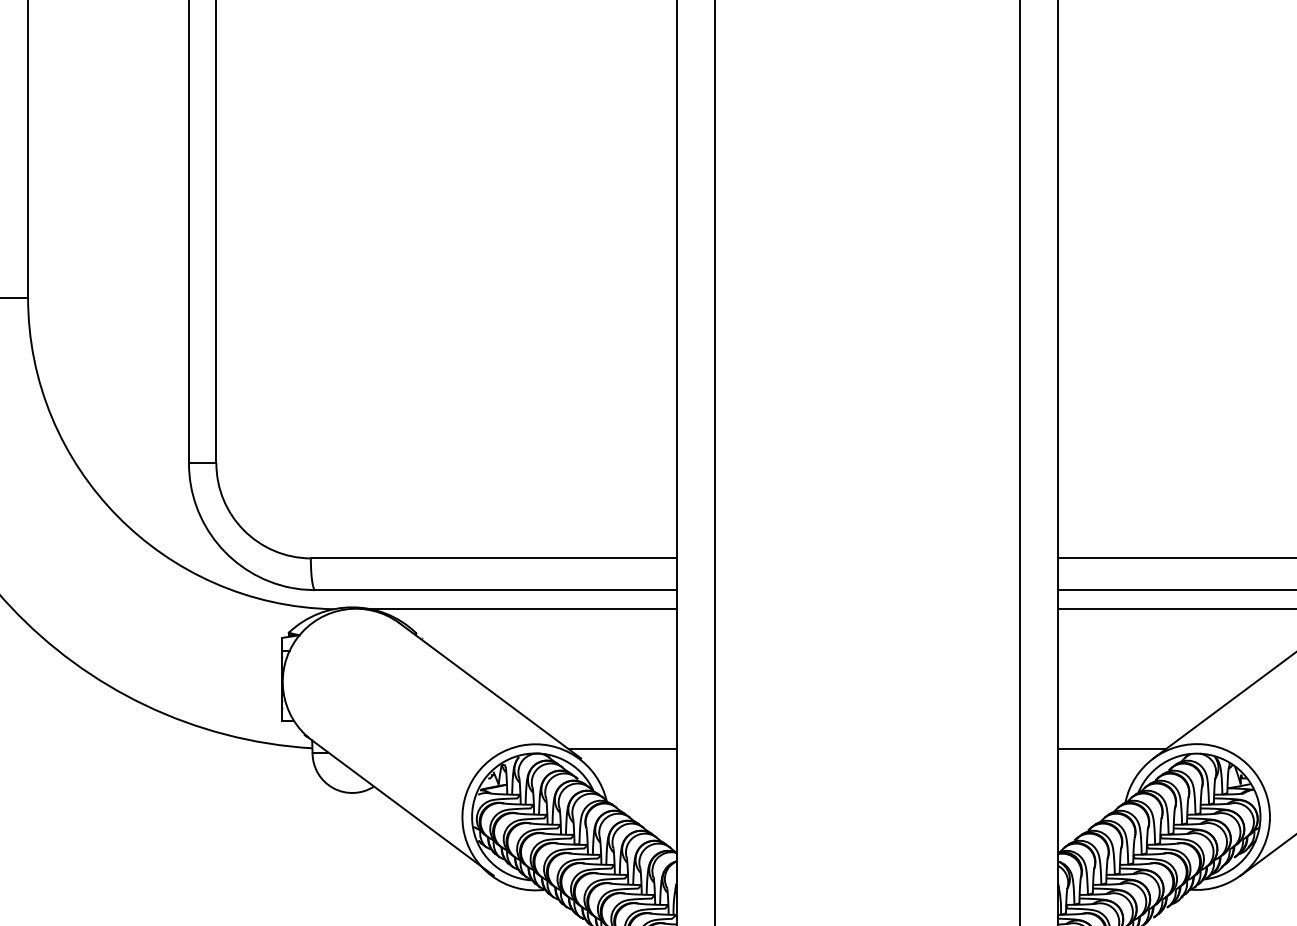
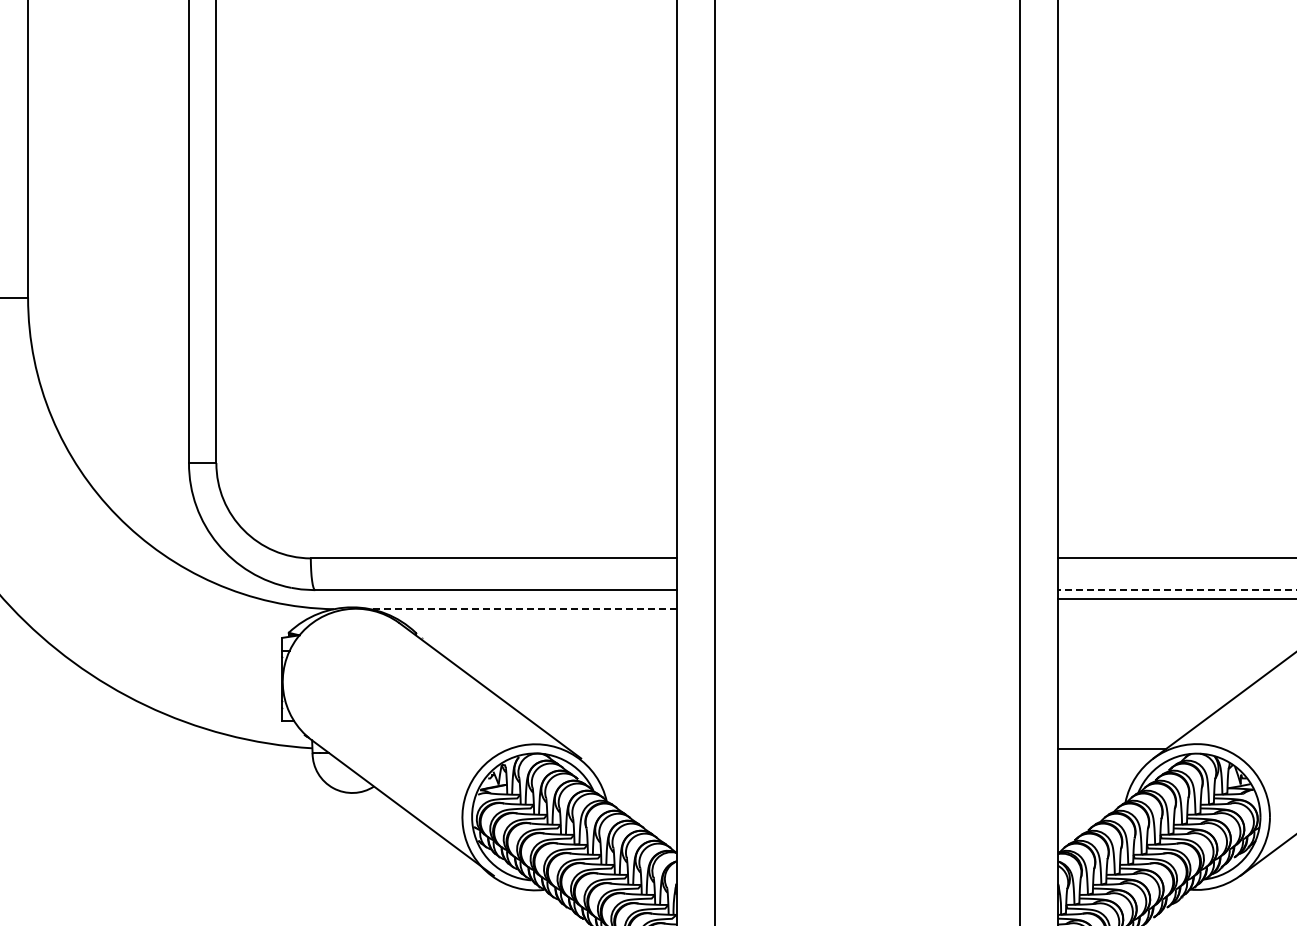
line at (1176, 590): solid -> dashed
line at (523, 609): solid -> dashed
line at (1175, 609) position: (1175, 609) -> (1175, 599)
line at (622, 749): present -> none
